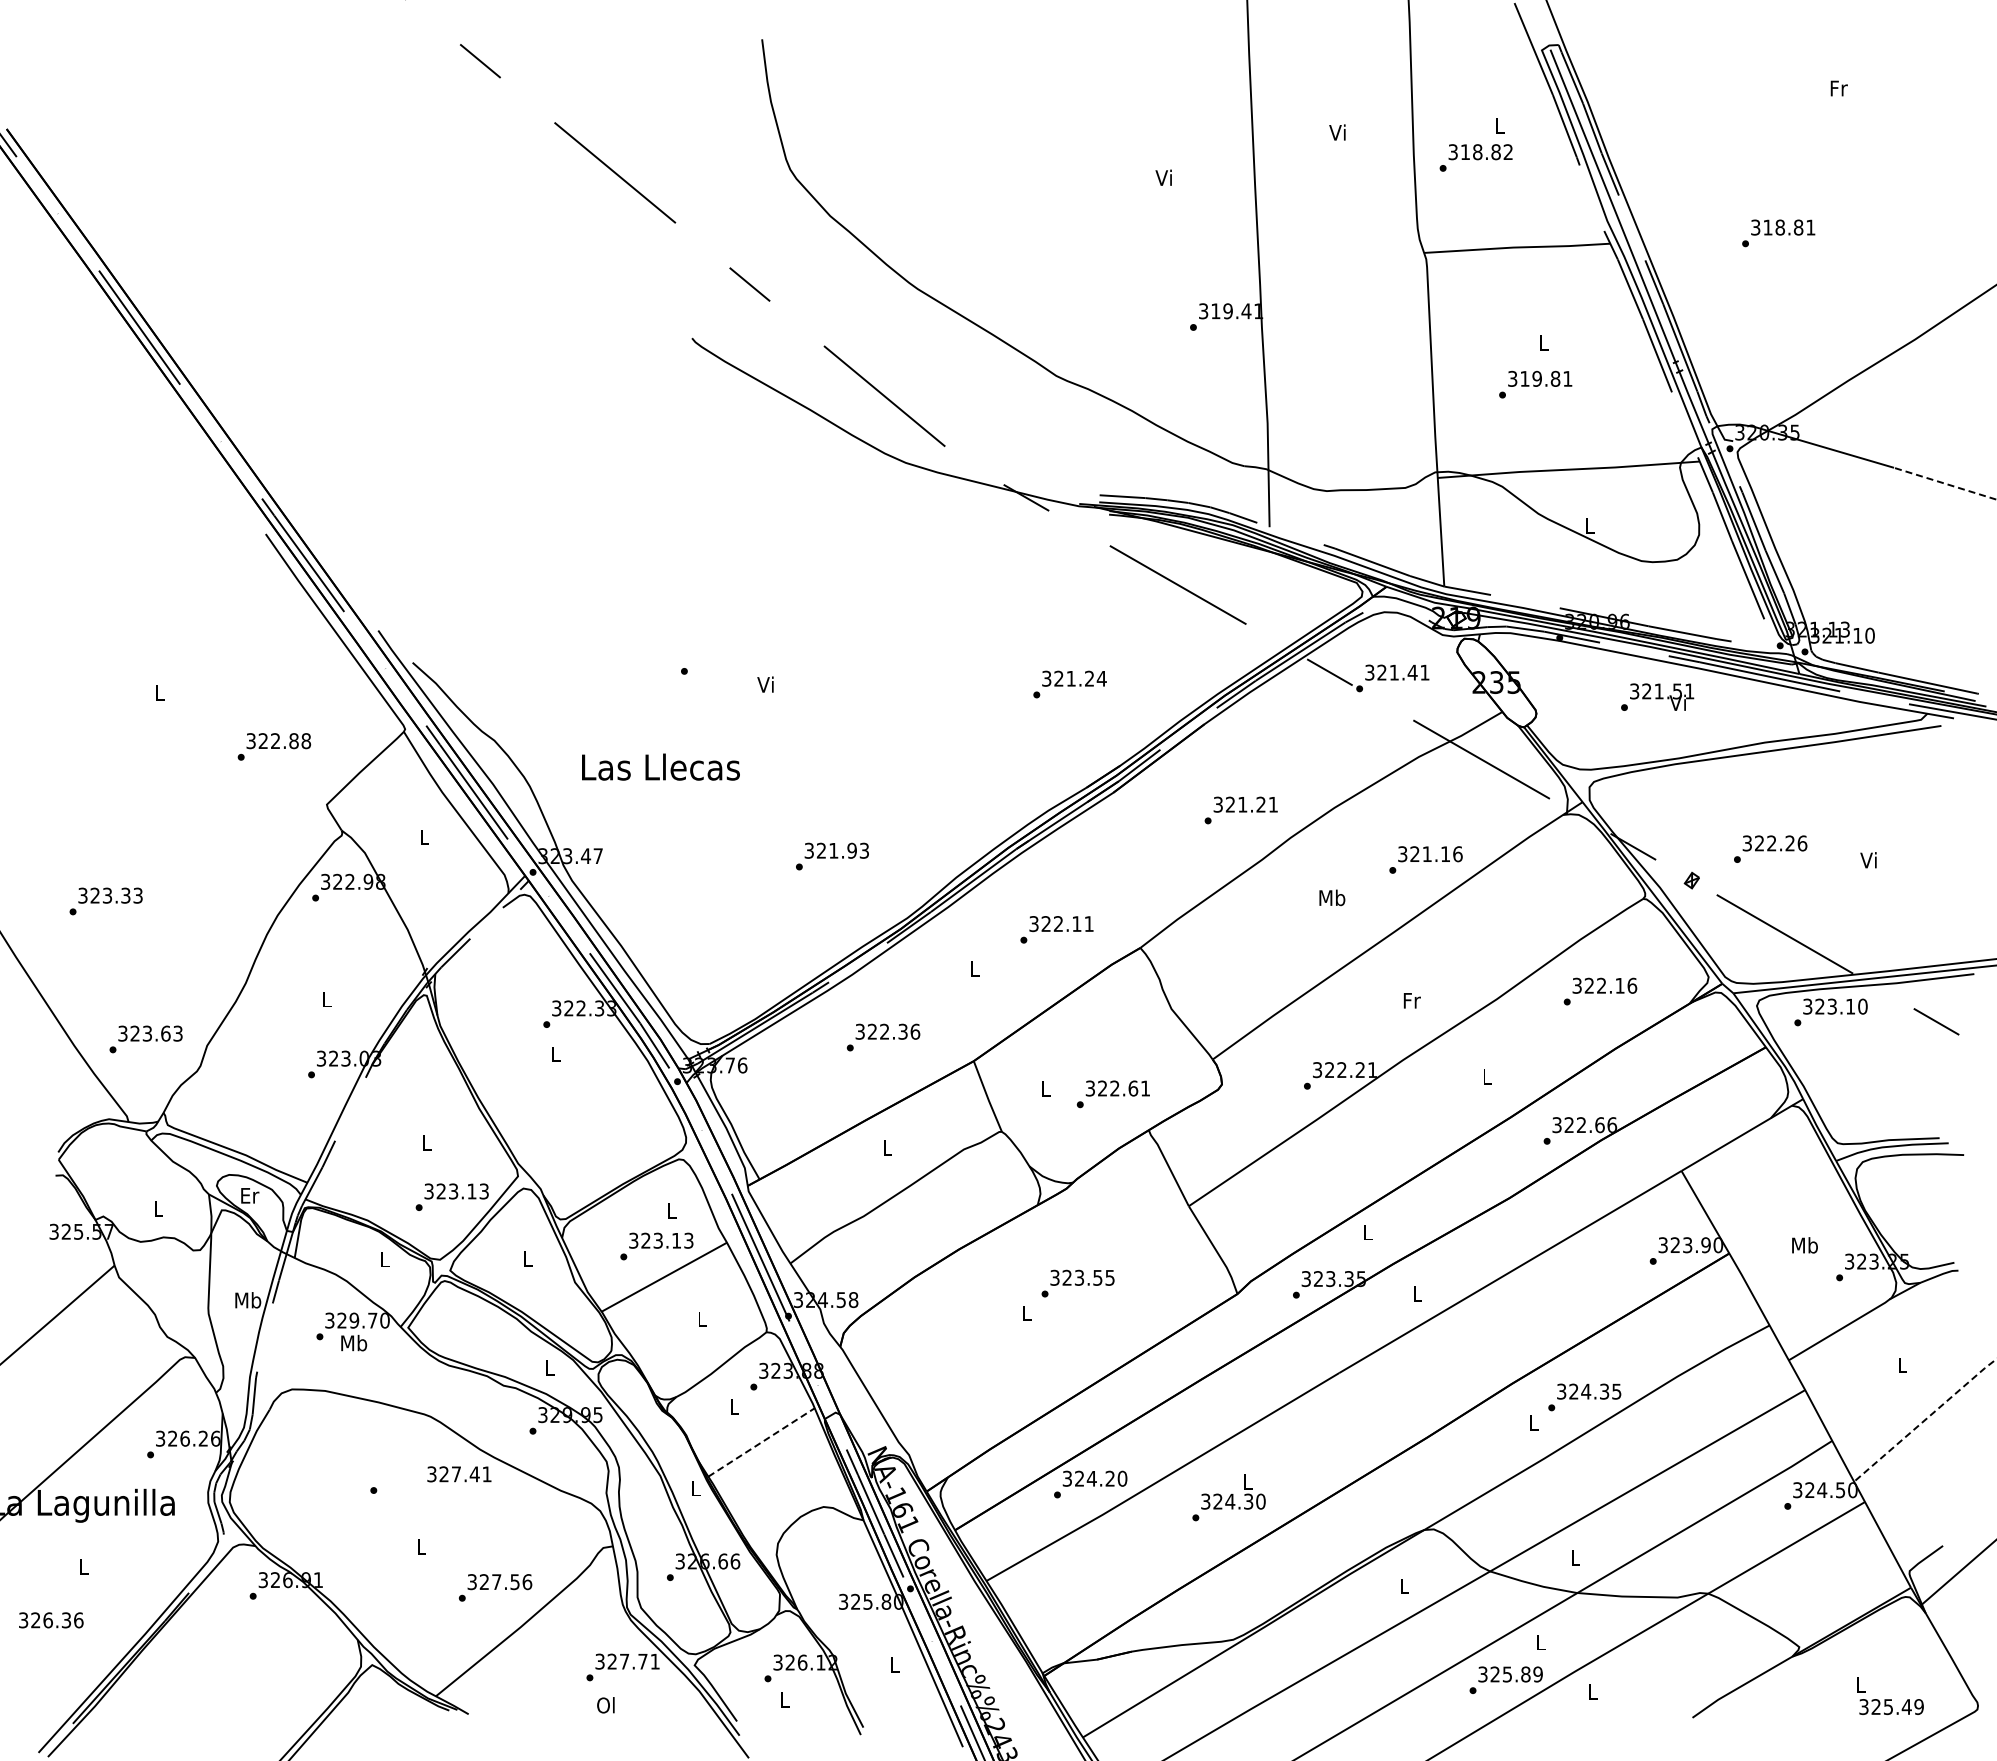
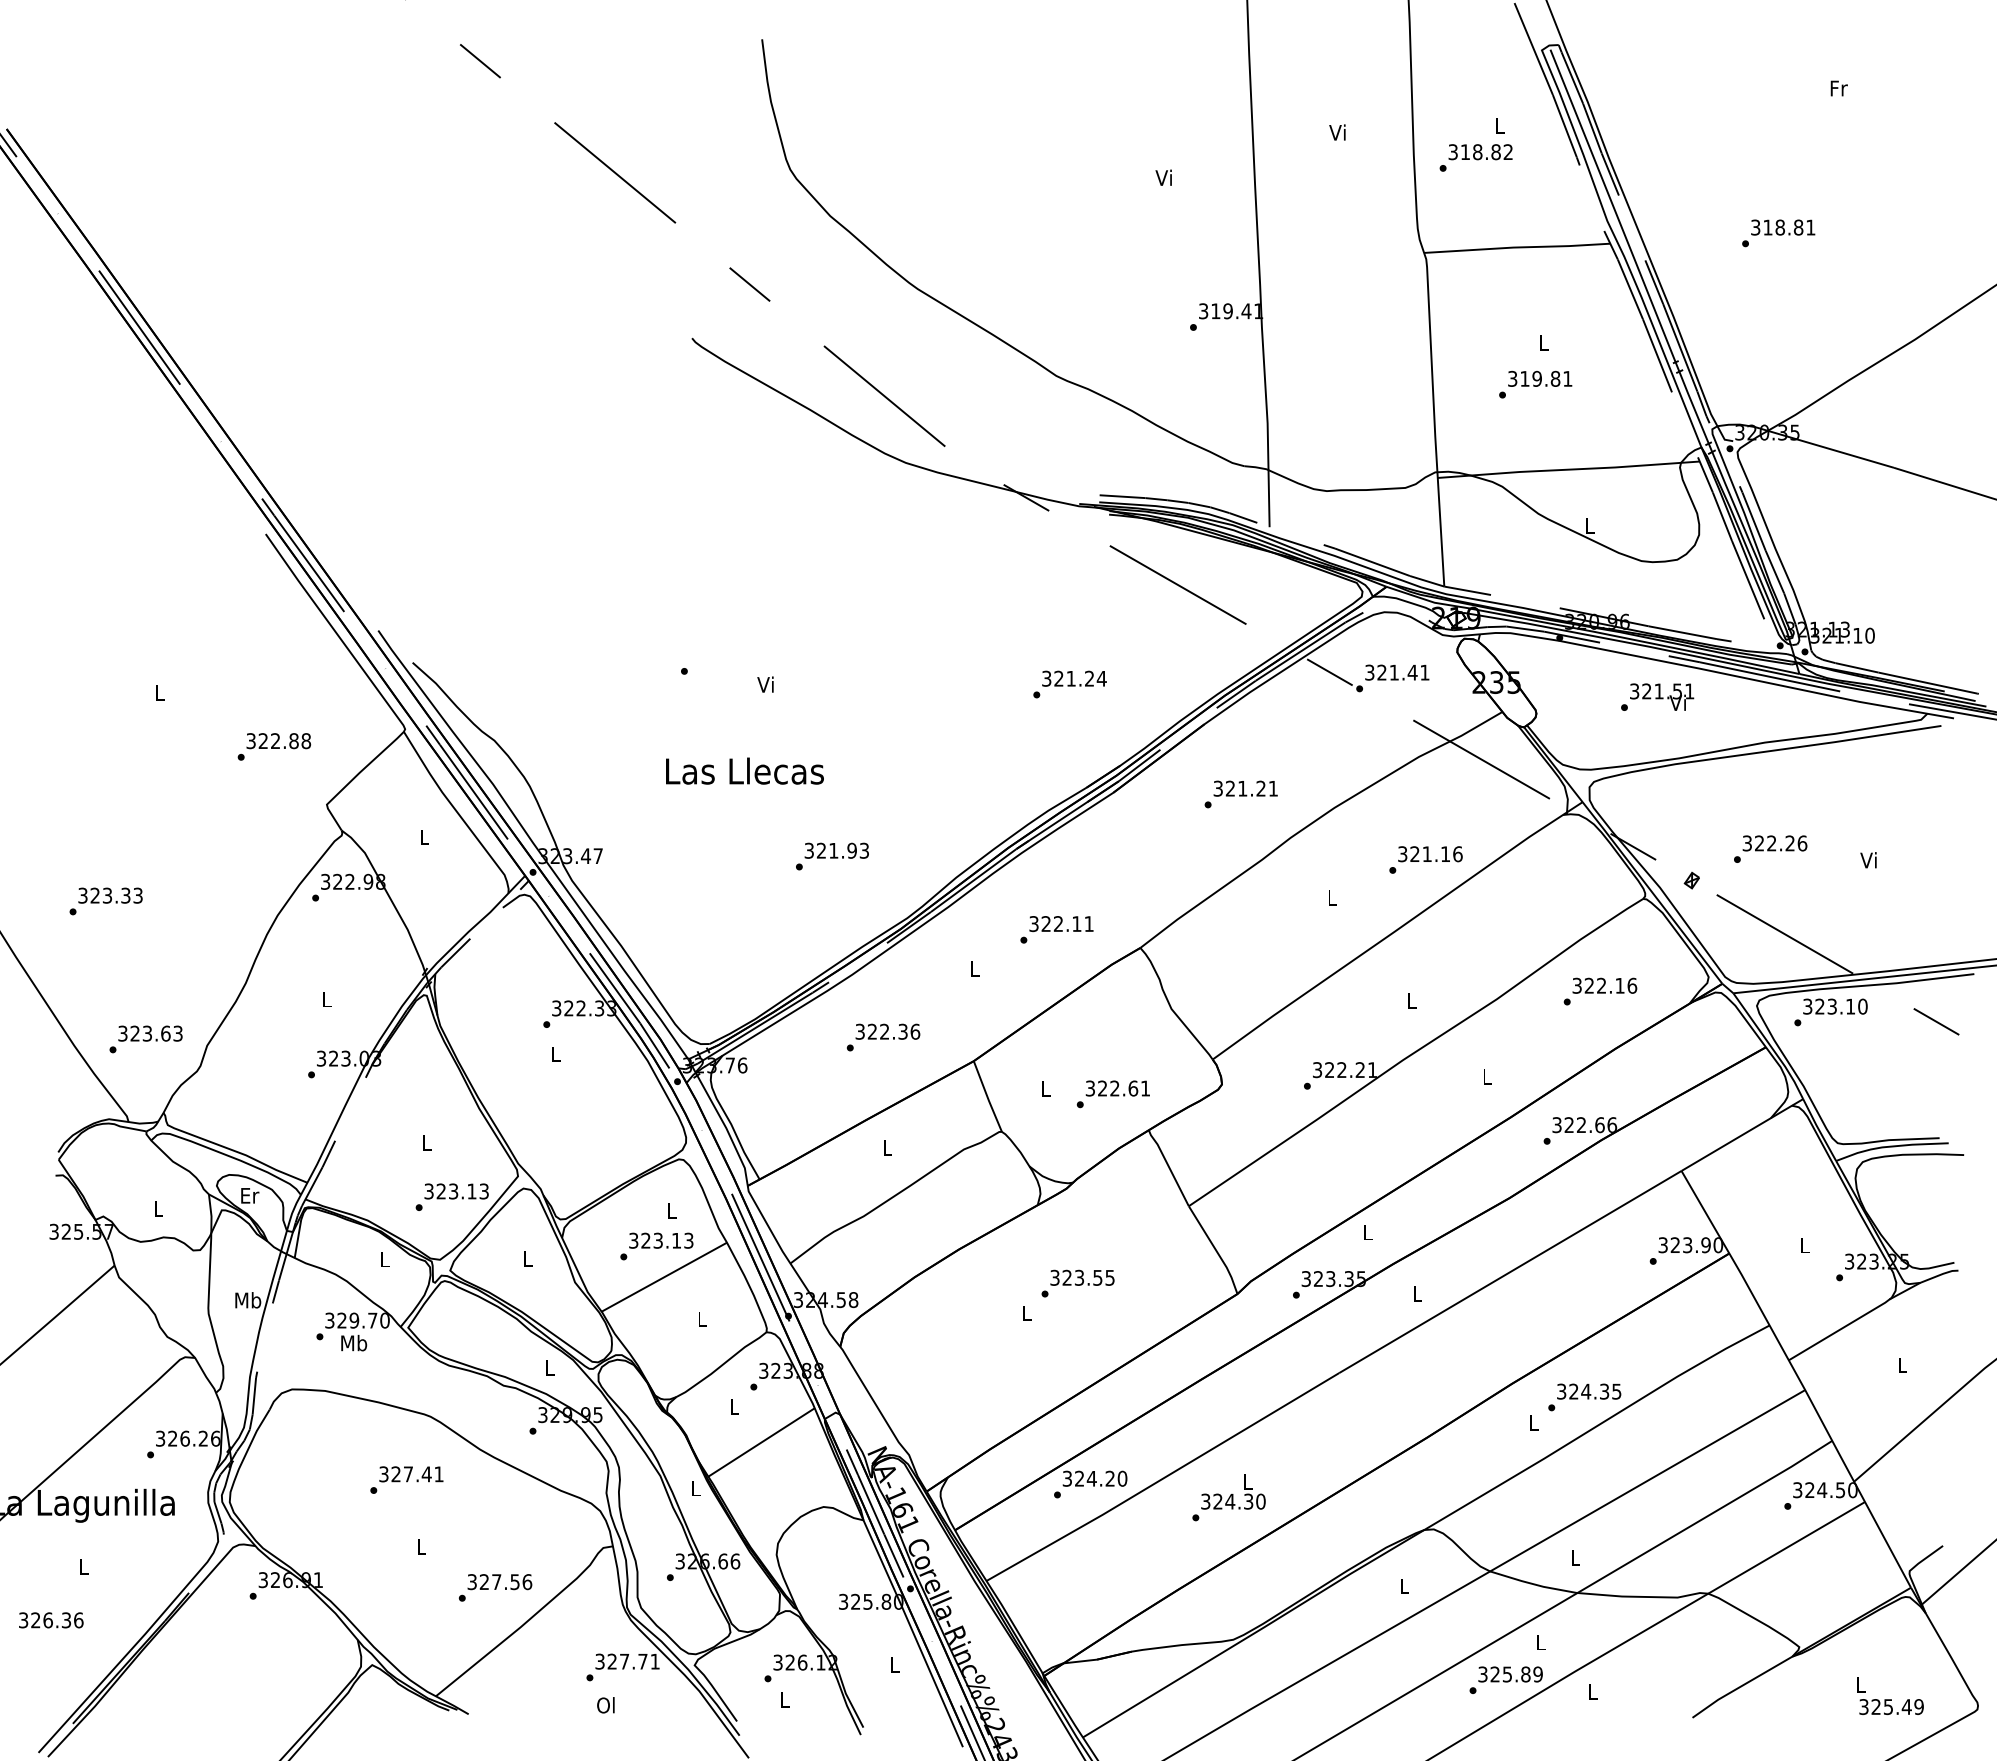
line at (1945, 483): dashed -> solid
text at (660, 766) position: (660, 766) -> (744, 770)
text at (1240, 810) position: (1240, 810) -> (1240, 794)
text at (1332, 897): Mb -> L
text at (1411, 1000): Fr -> L
text at (1804, 1245): Mb -> L
line at (1925, 1419): dashed -> solid
line at (761, 1442): dashed -> solid
text at (459, 1474) position: (459, 1474) -> (411, 1474)
